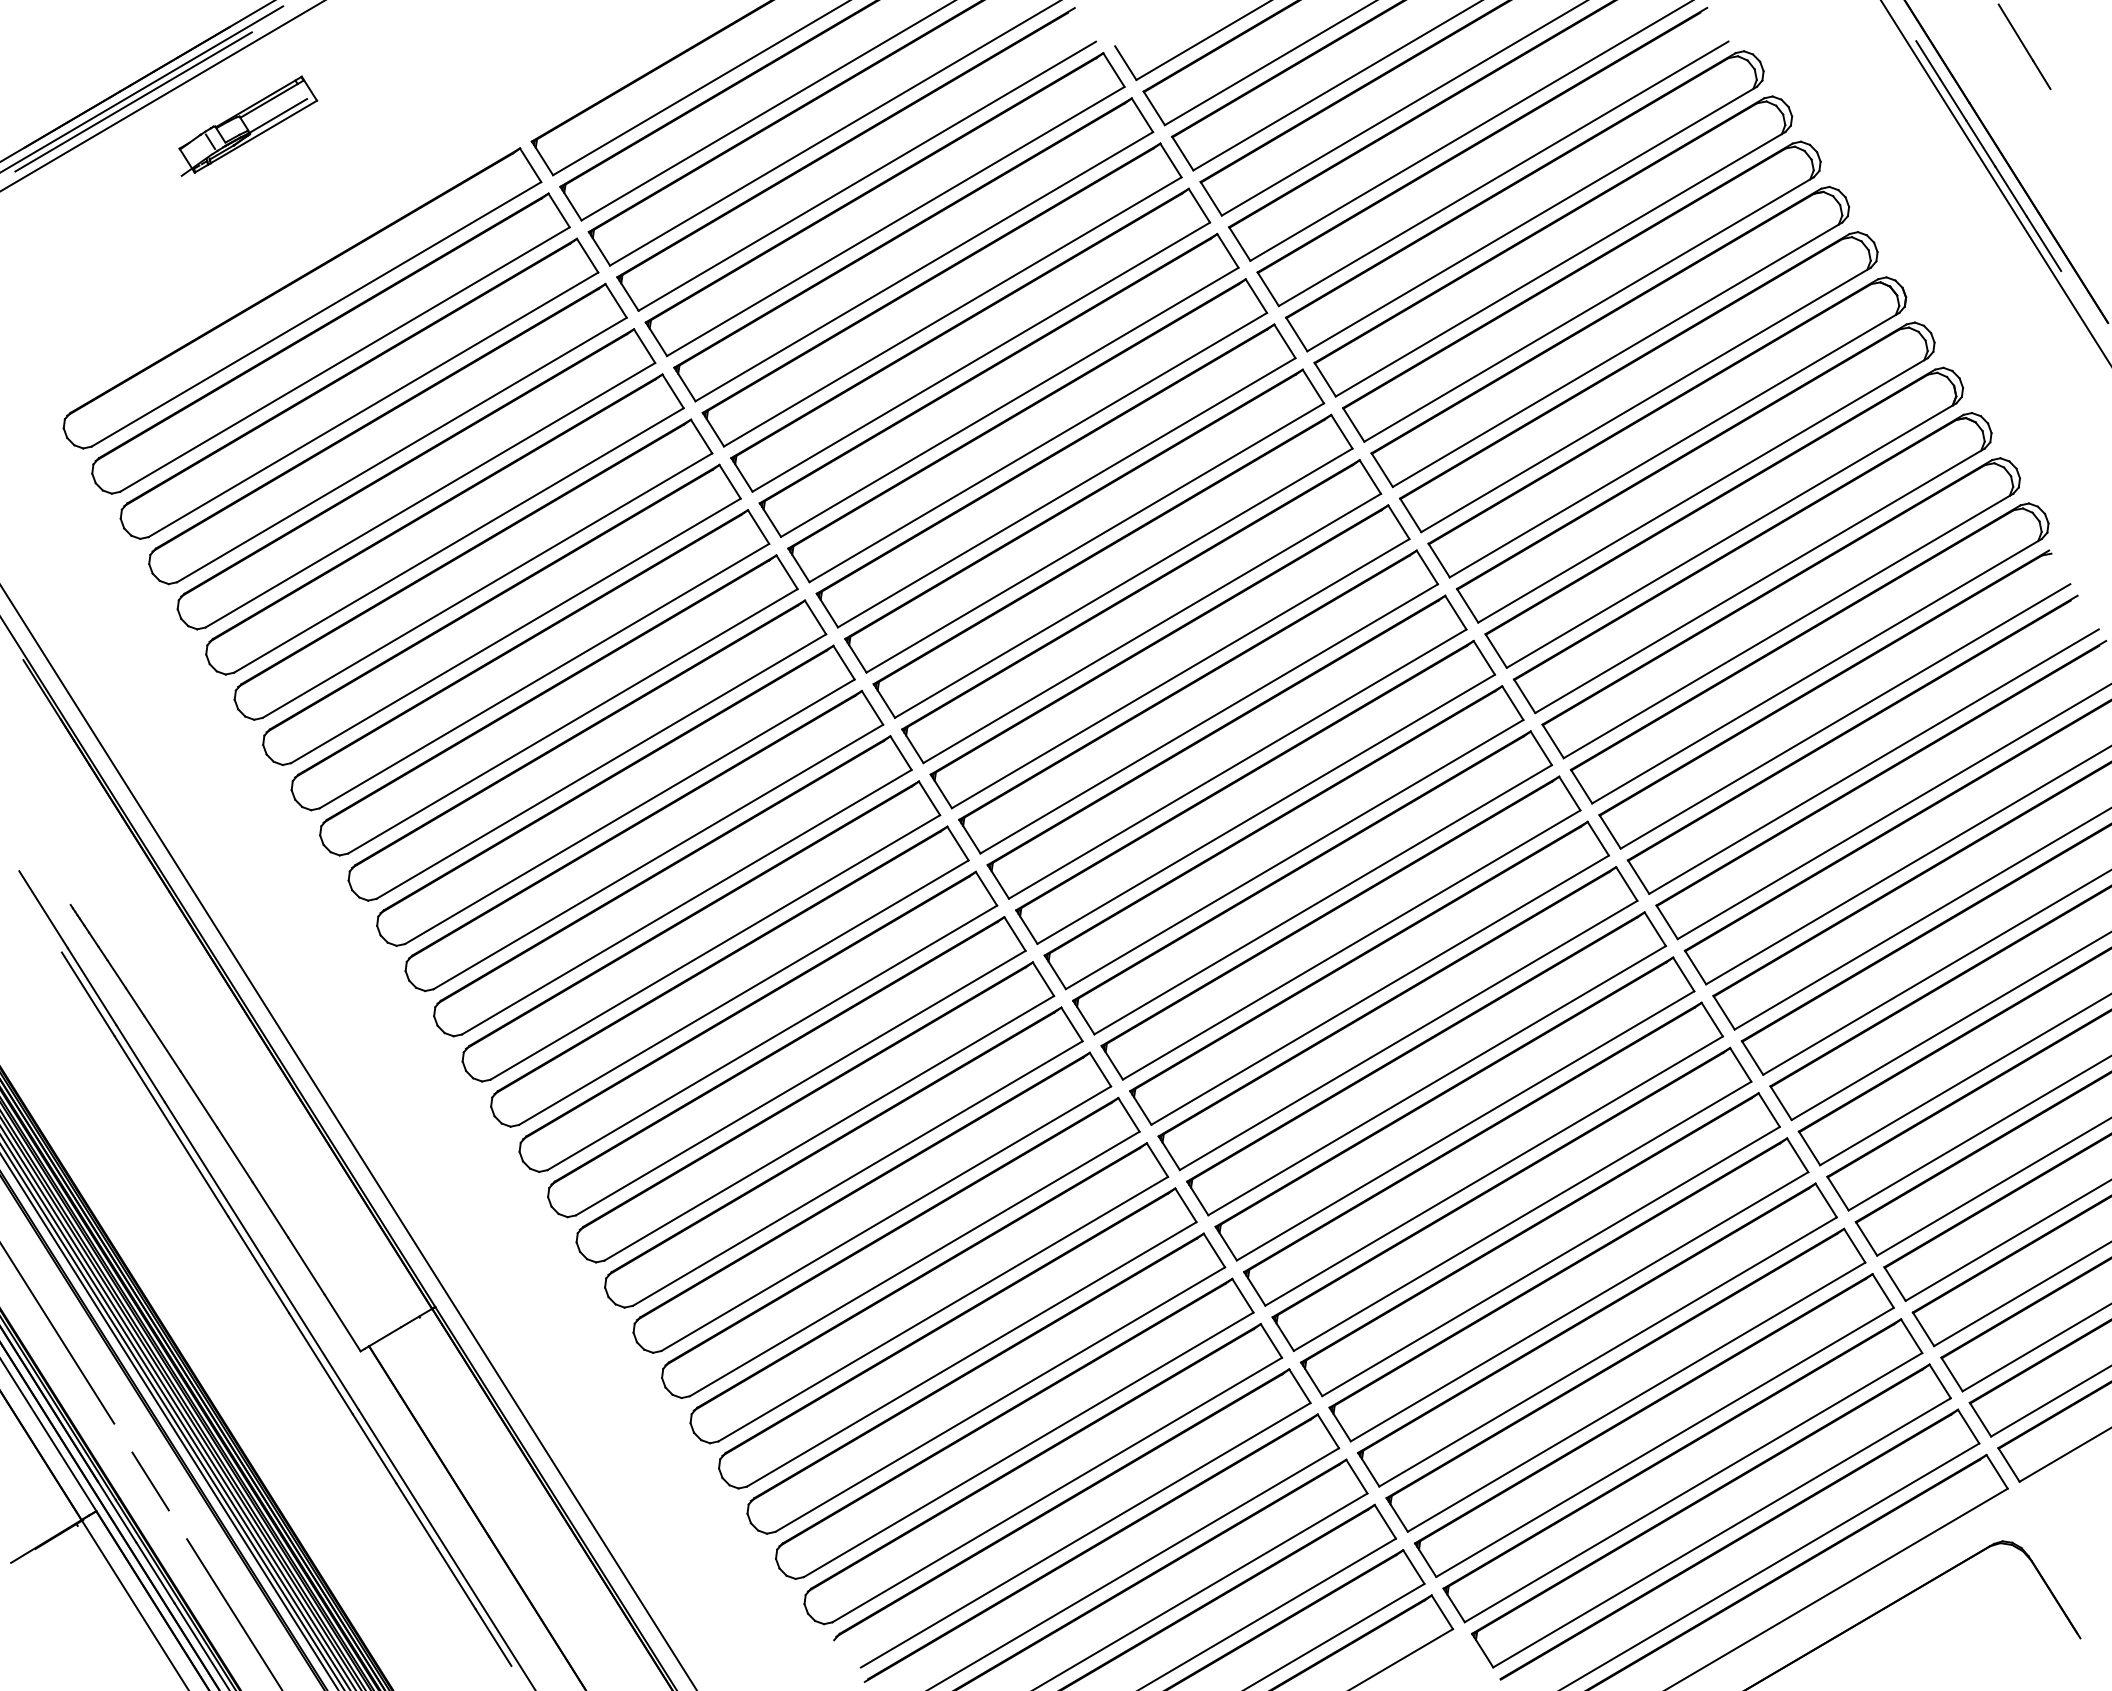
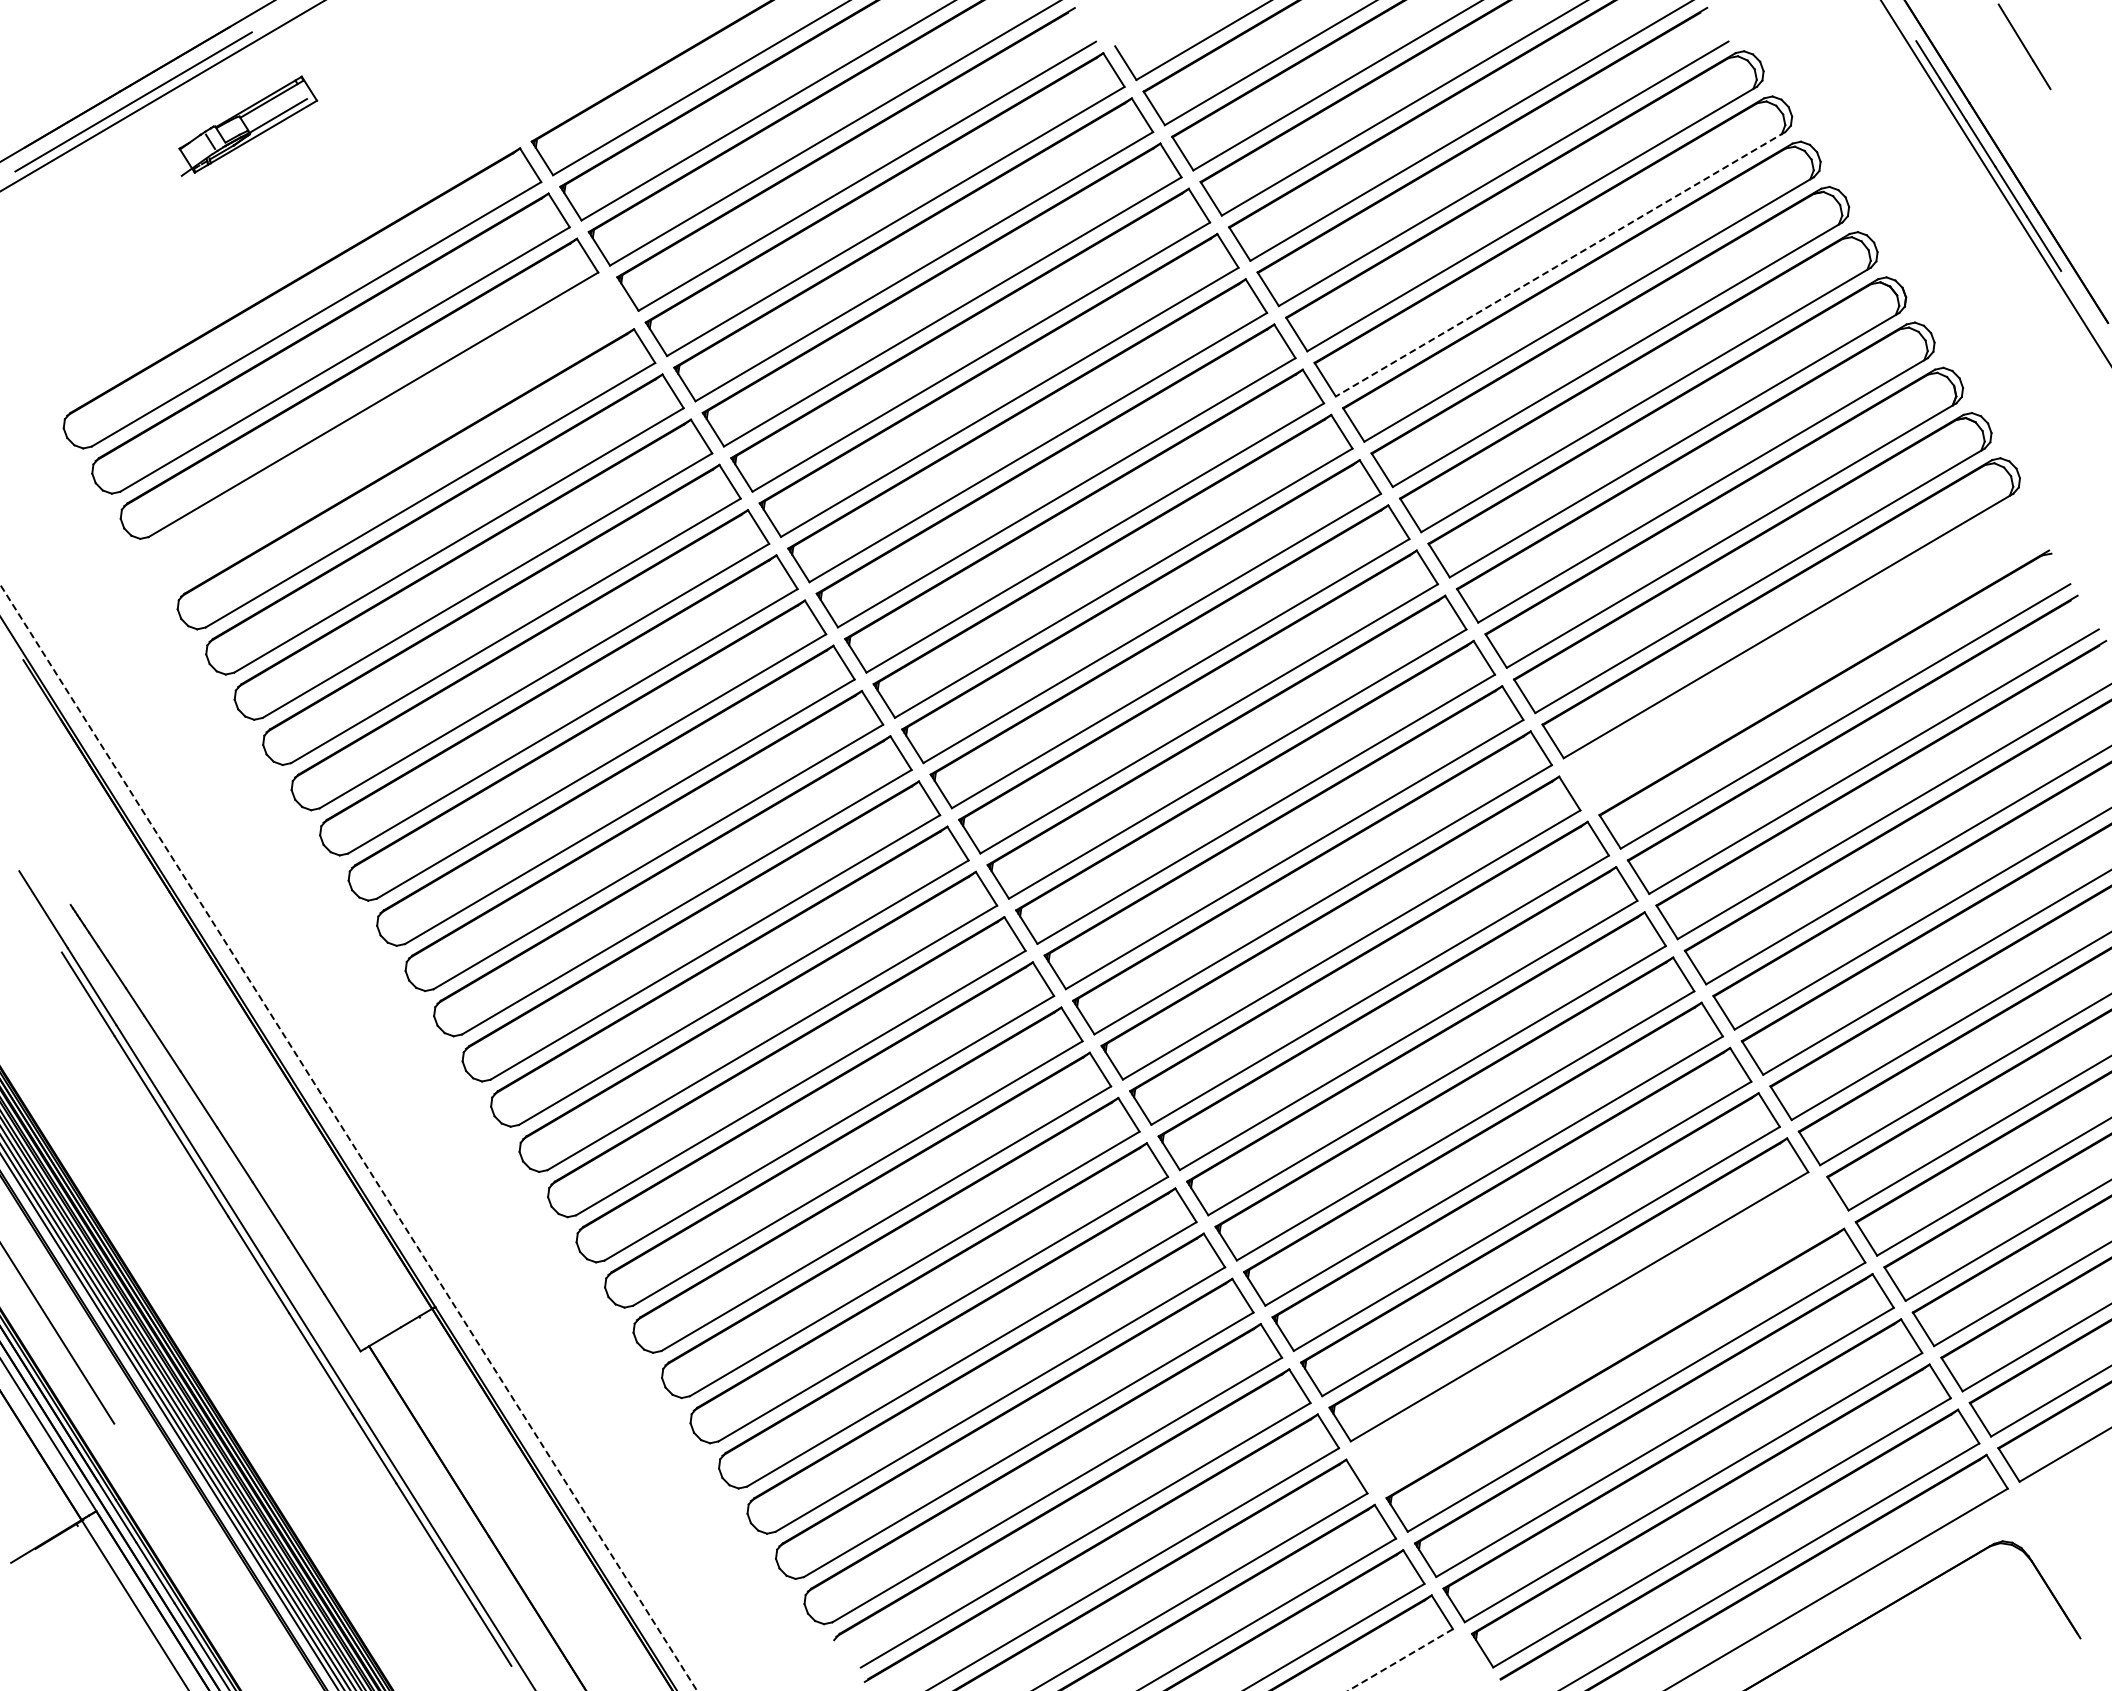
line at (142, 88): present -> none
line at (1560, 264): solid -> dashed
part at (387, 433): present -> none
part at (1809, 653): present -> none
line at (348, 1138): solid -> dashed
part at (1597, 1334): present -> none
line at (150, 1481): present -> none
line at (233, 1613): present -> none
line at (1400, 1660): solid -> dashed
